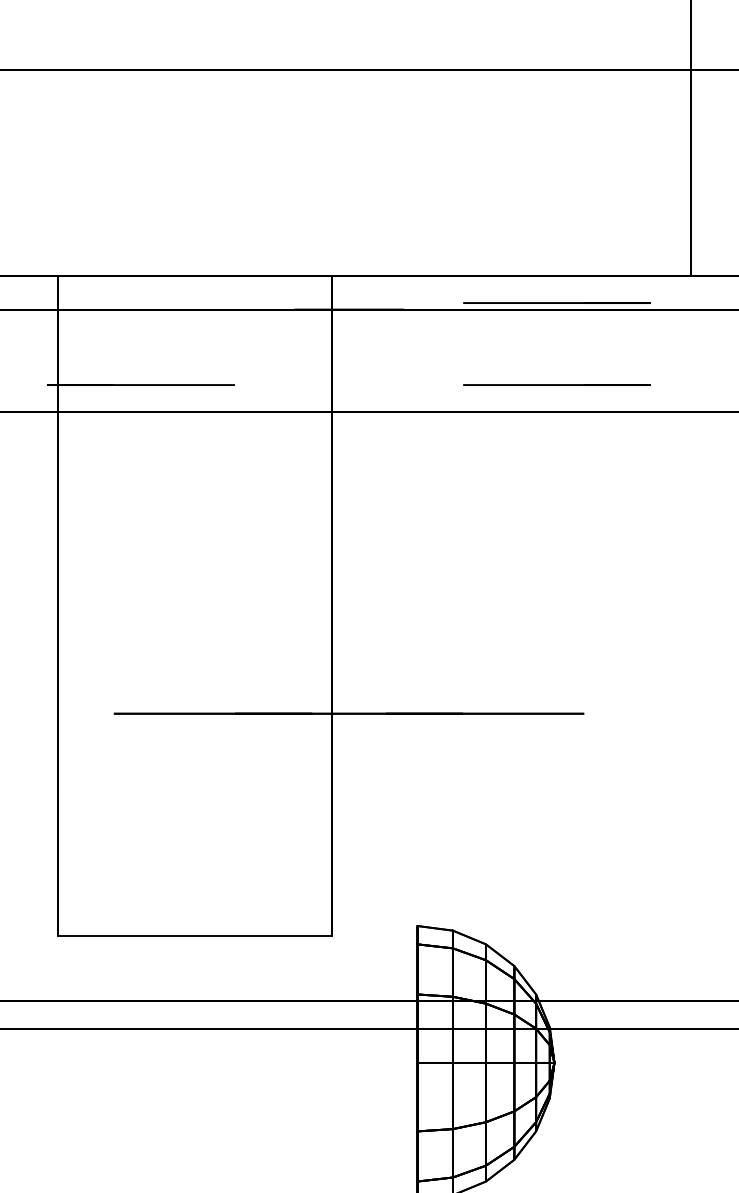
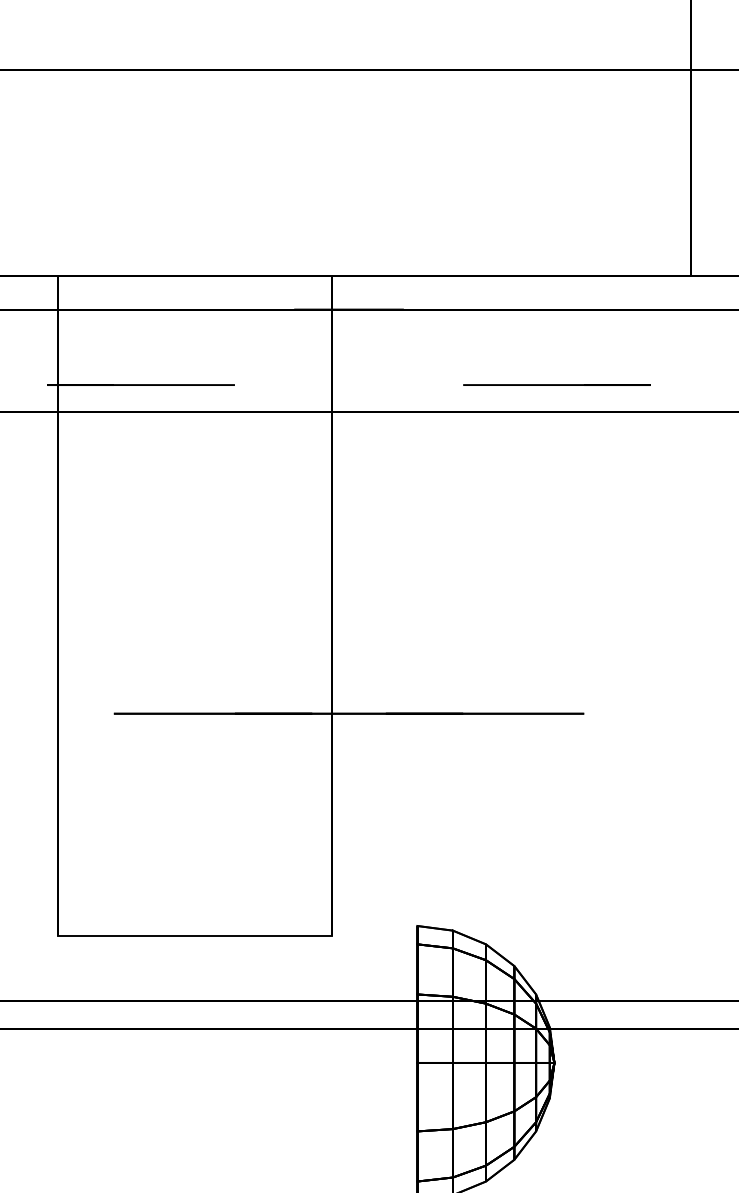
line at (556, 302): present -> none
